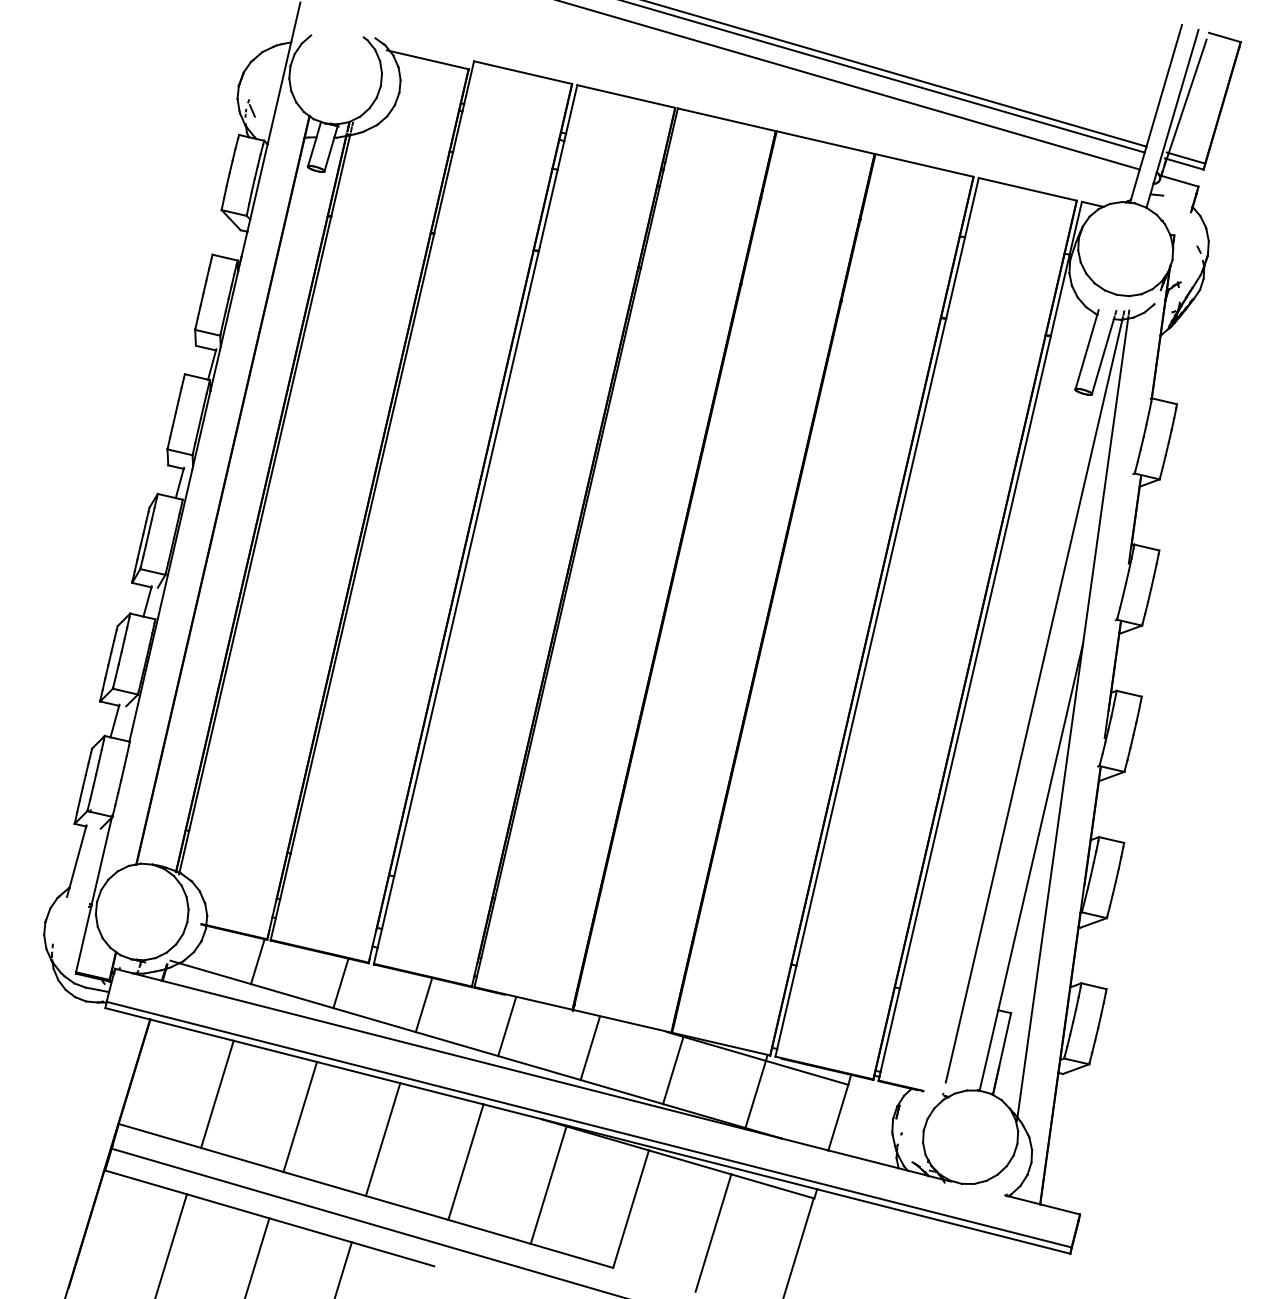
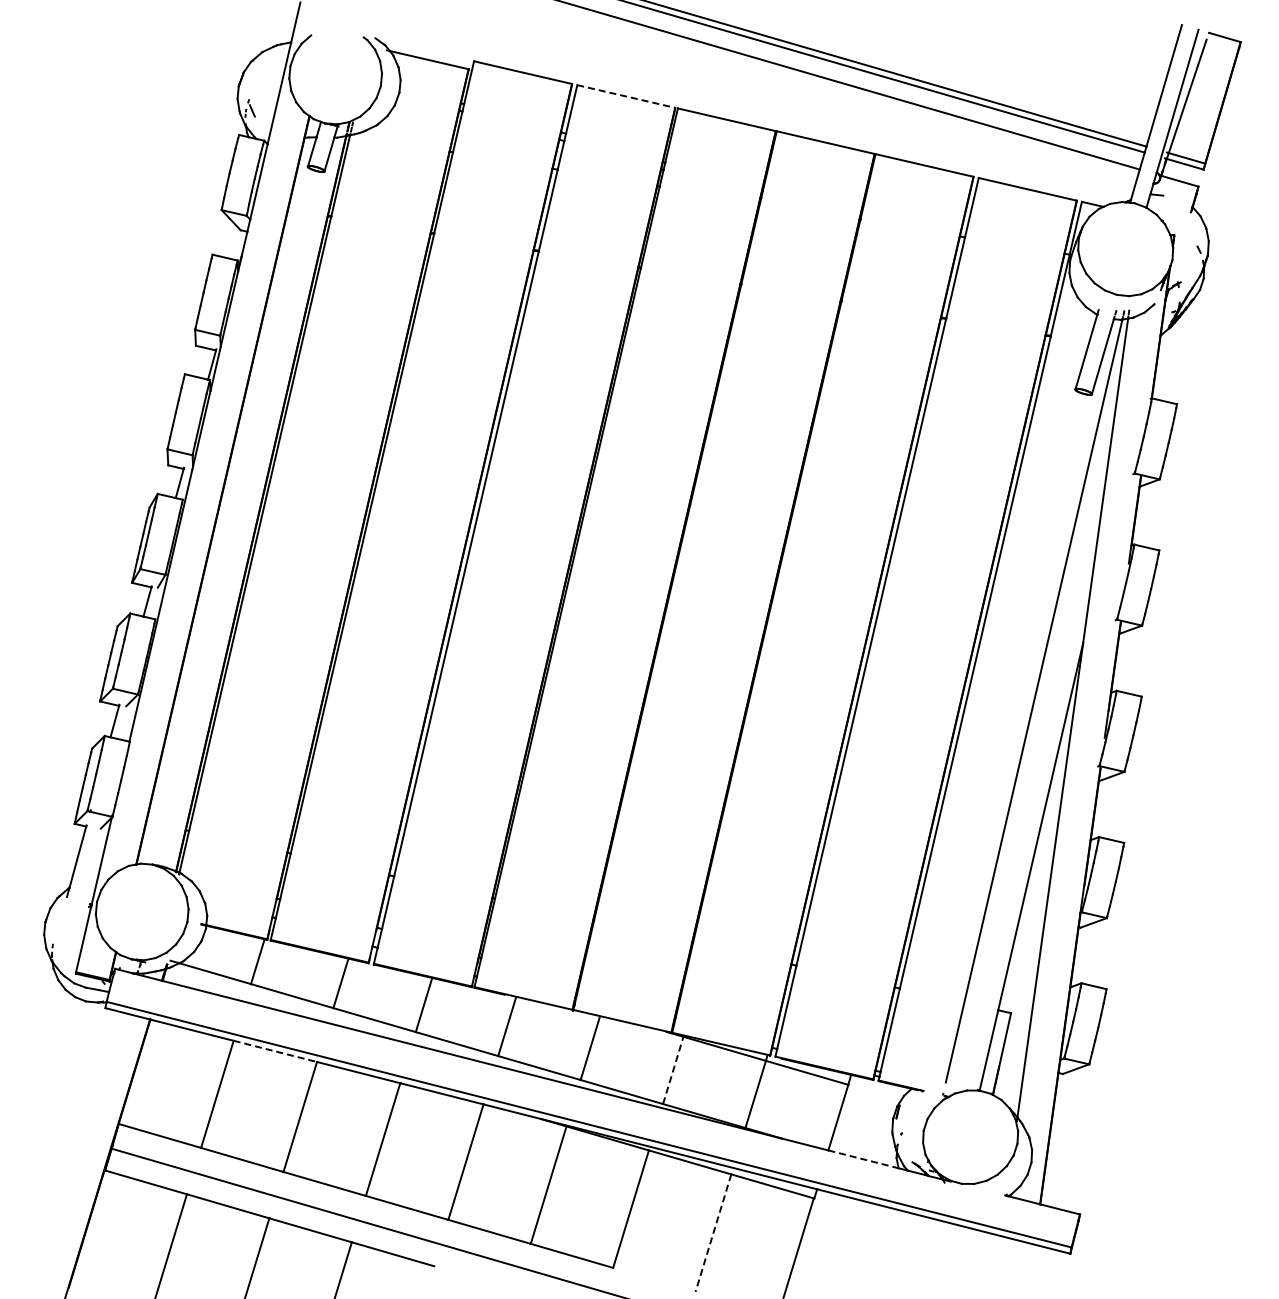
line at (626, 96): solid -> dashed
line at (275, 1051): solid -> dashed
line at (673, 1069): solid -> dashed
line at (863, 1159): solid -> dashed
line at (713, 1233): solid -> dashed
